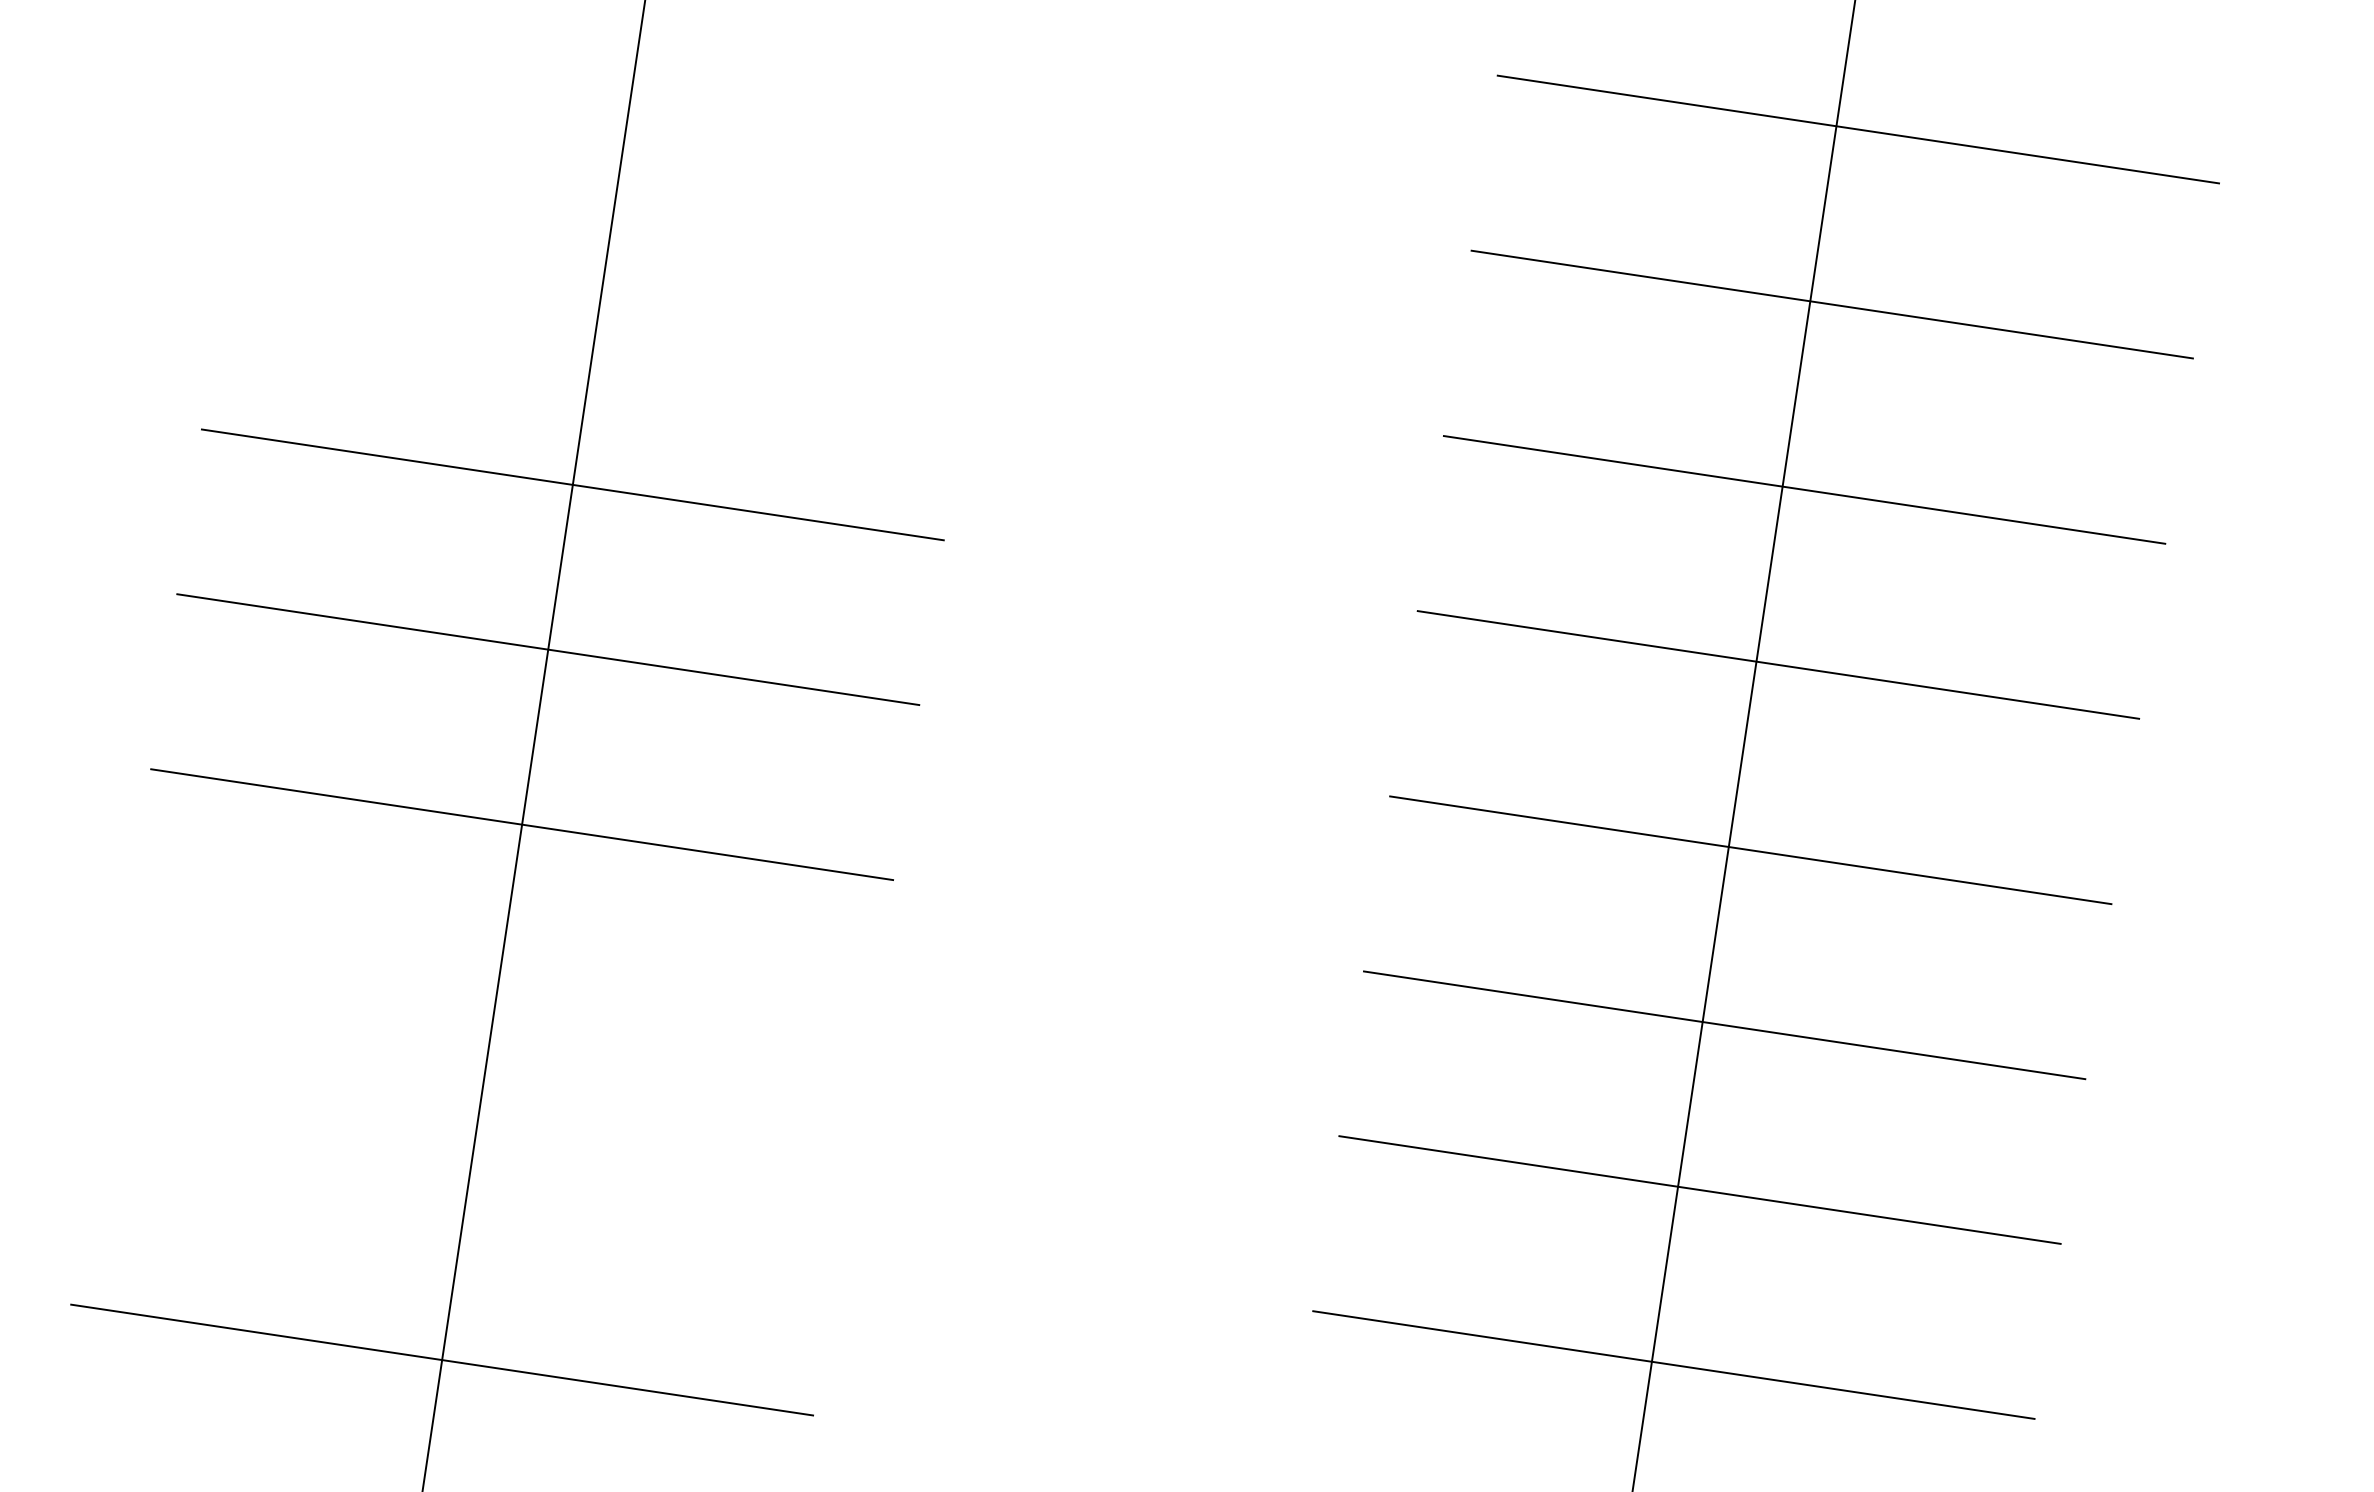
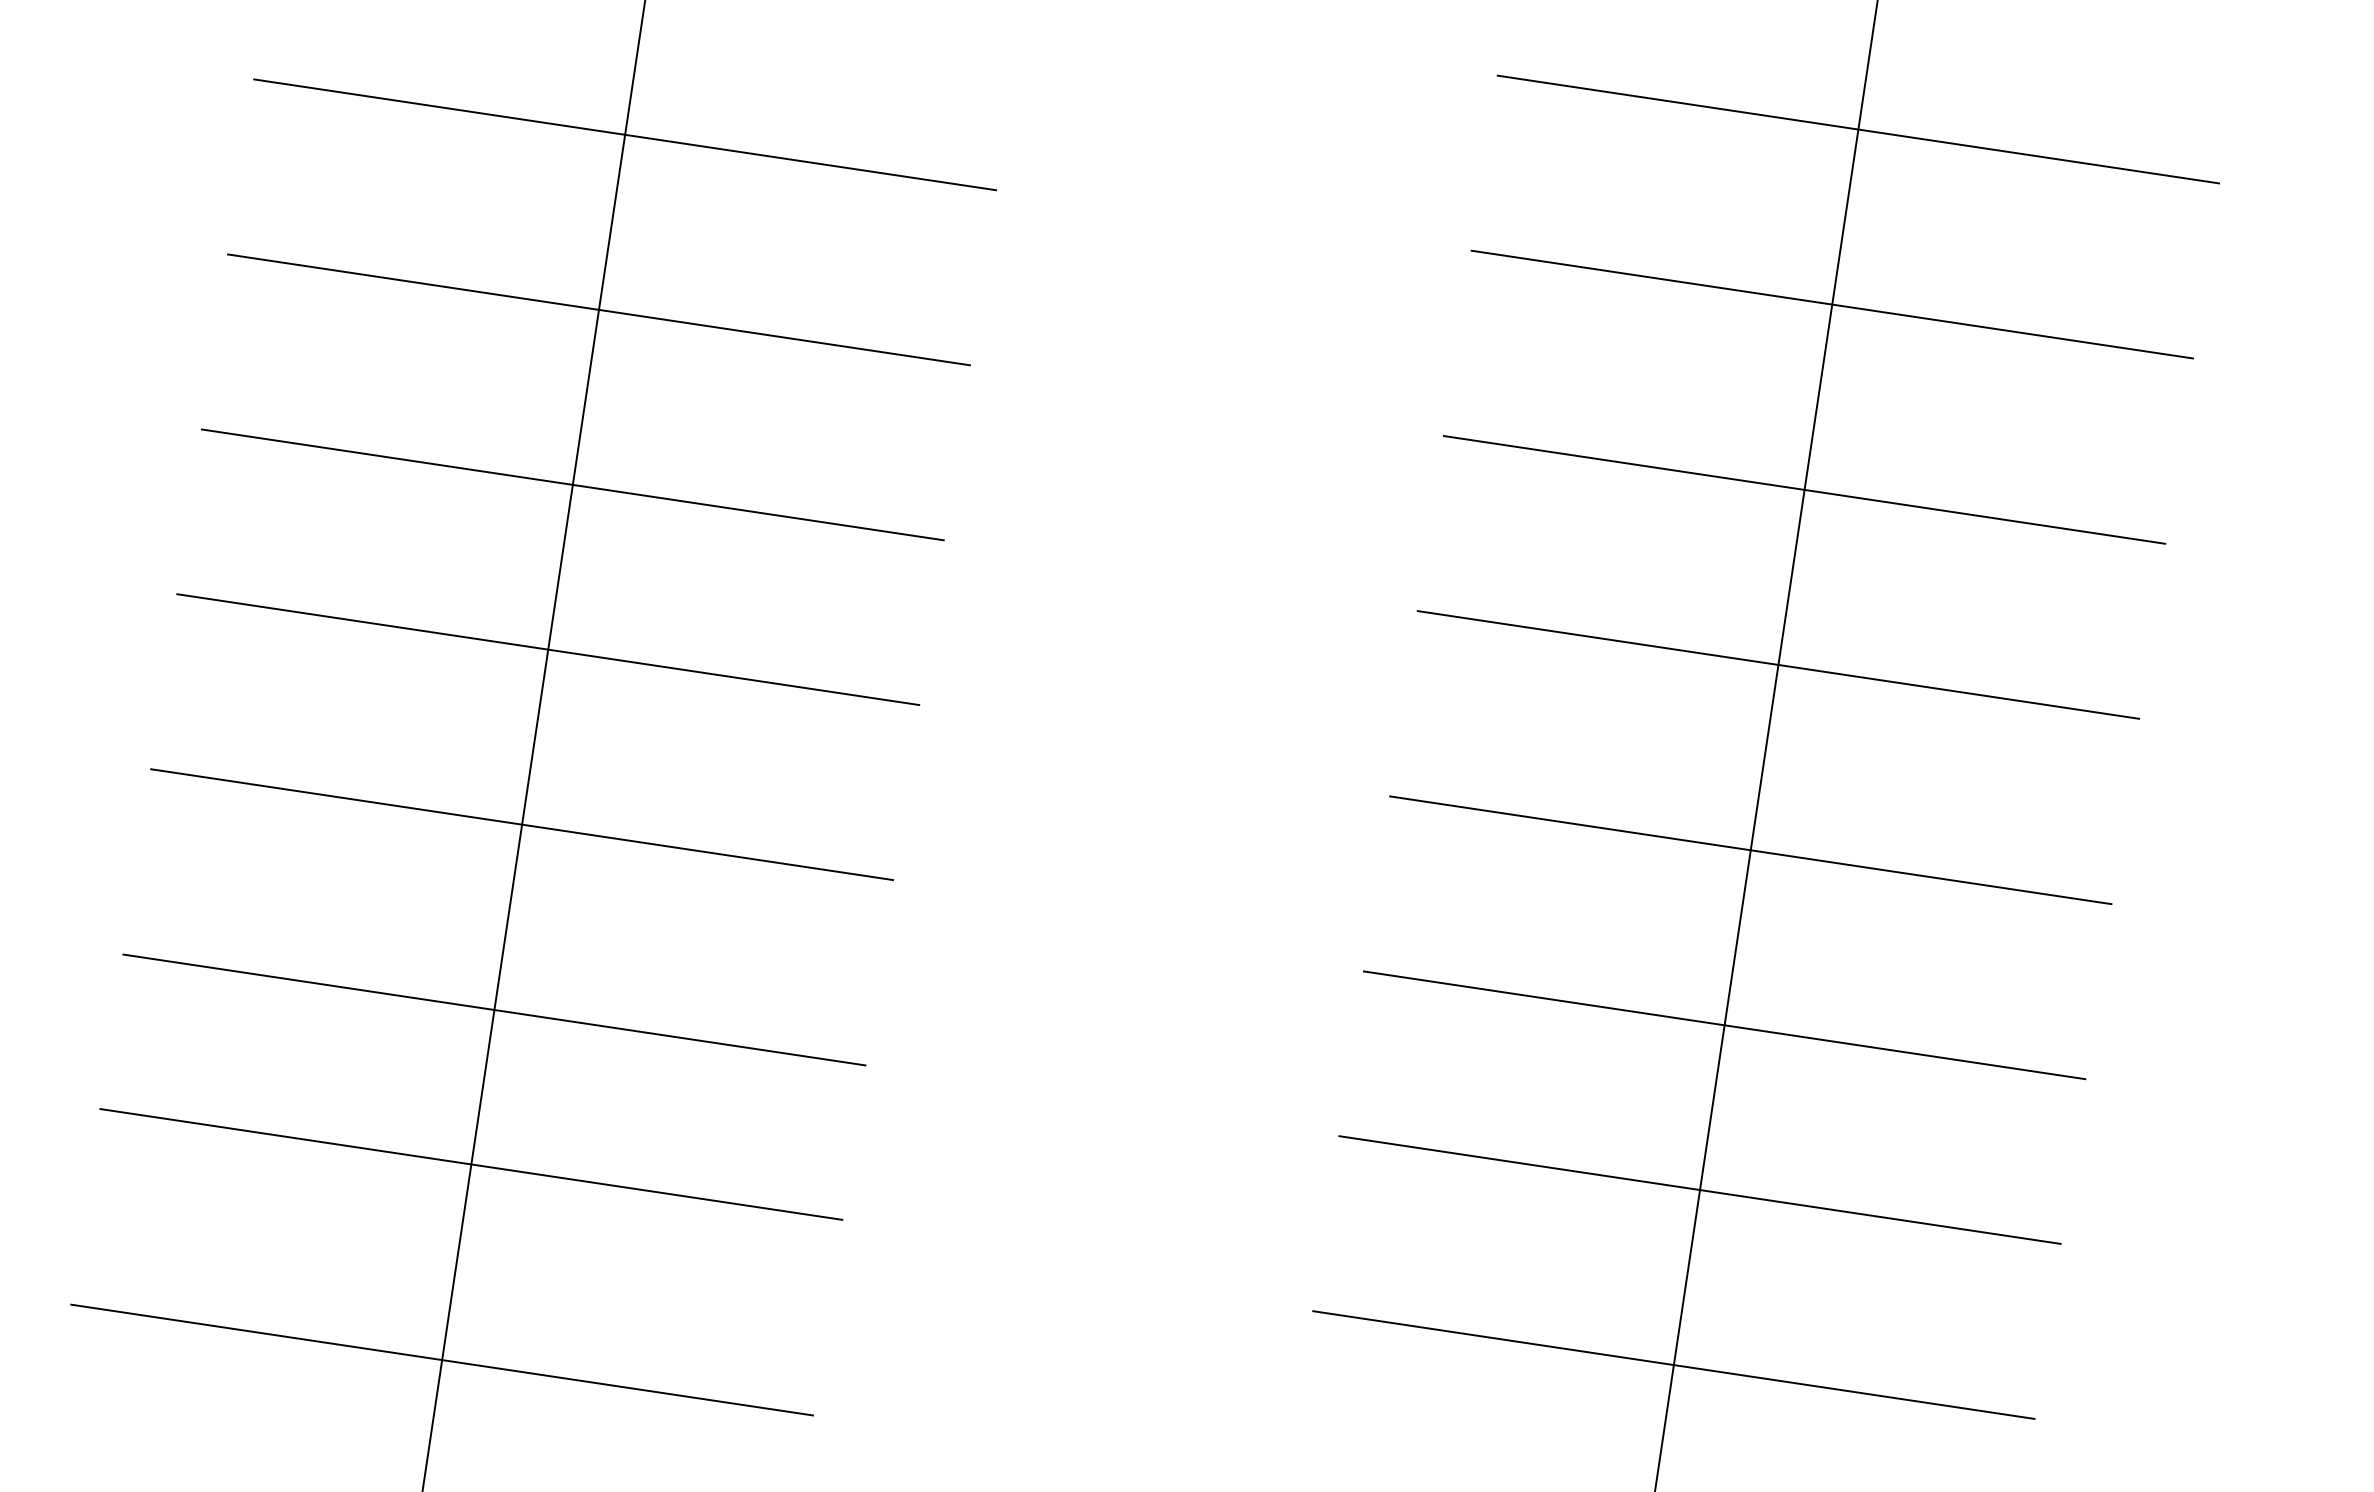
line at (625, 134): none -> present
line at (598, 309): none -> present
line at (1743, 745) position: (1743, 745) -> (1766, 745)
line at (494, 1009): none -> present
line at (471, 1164): none -> present
